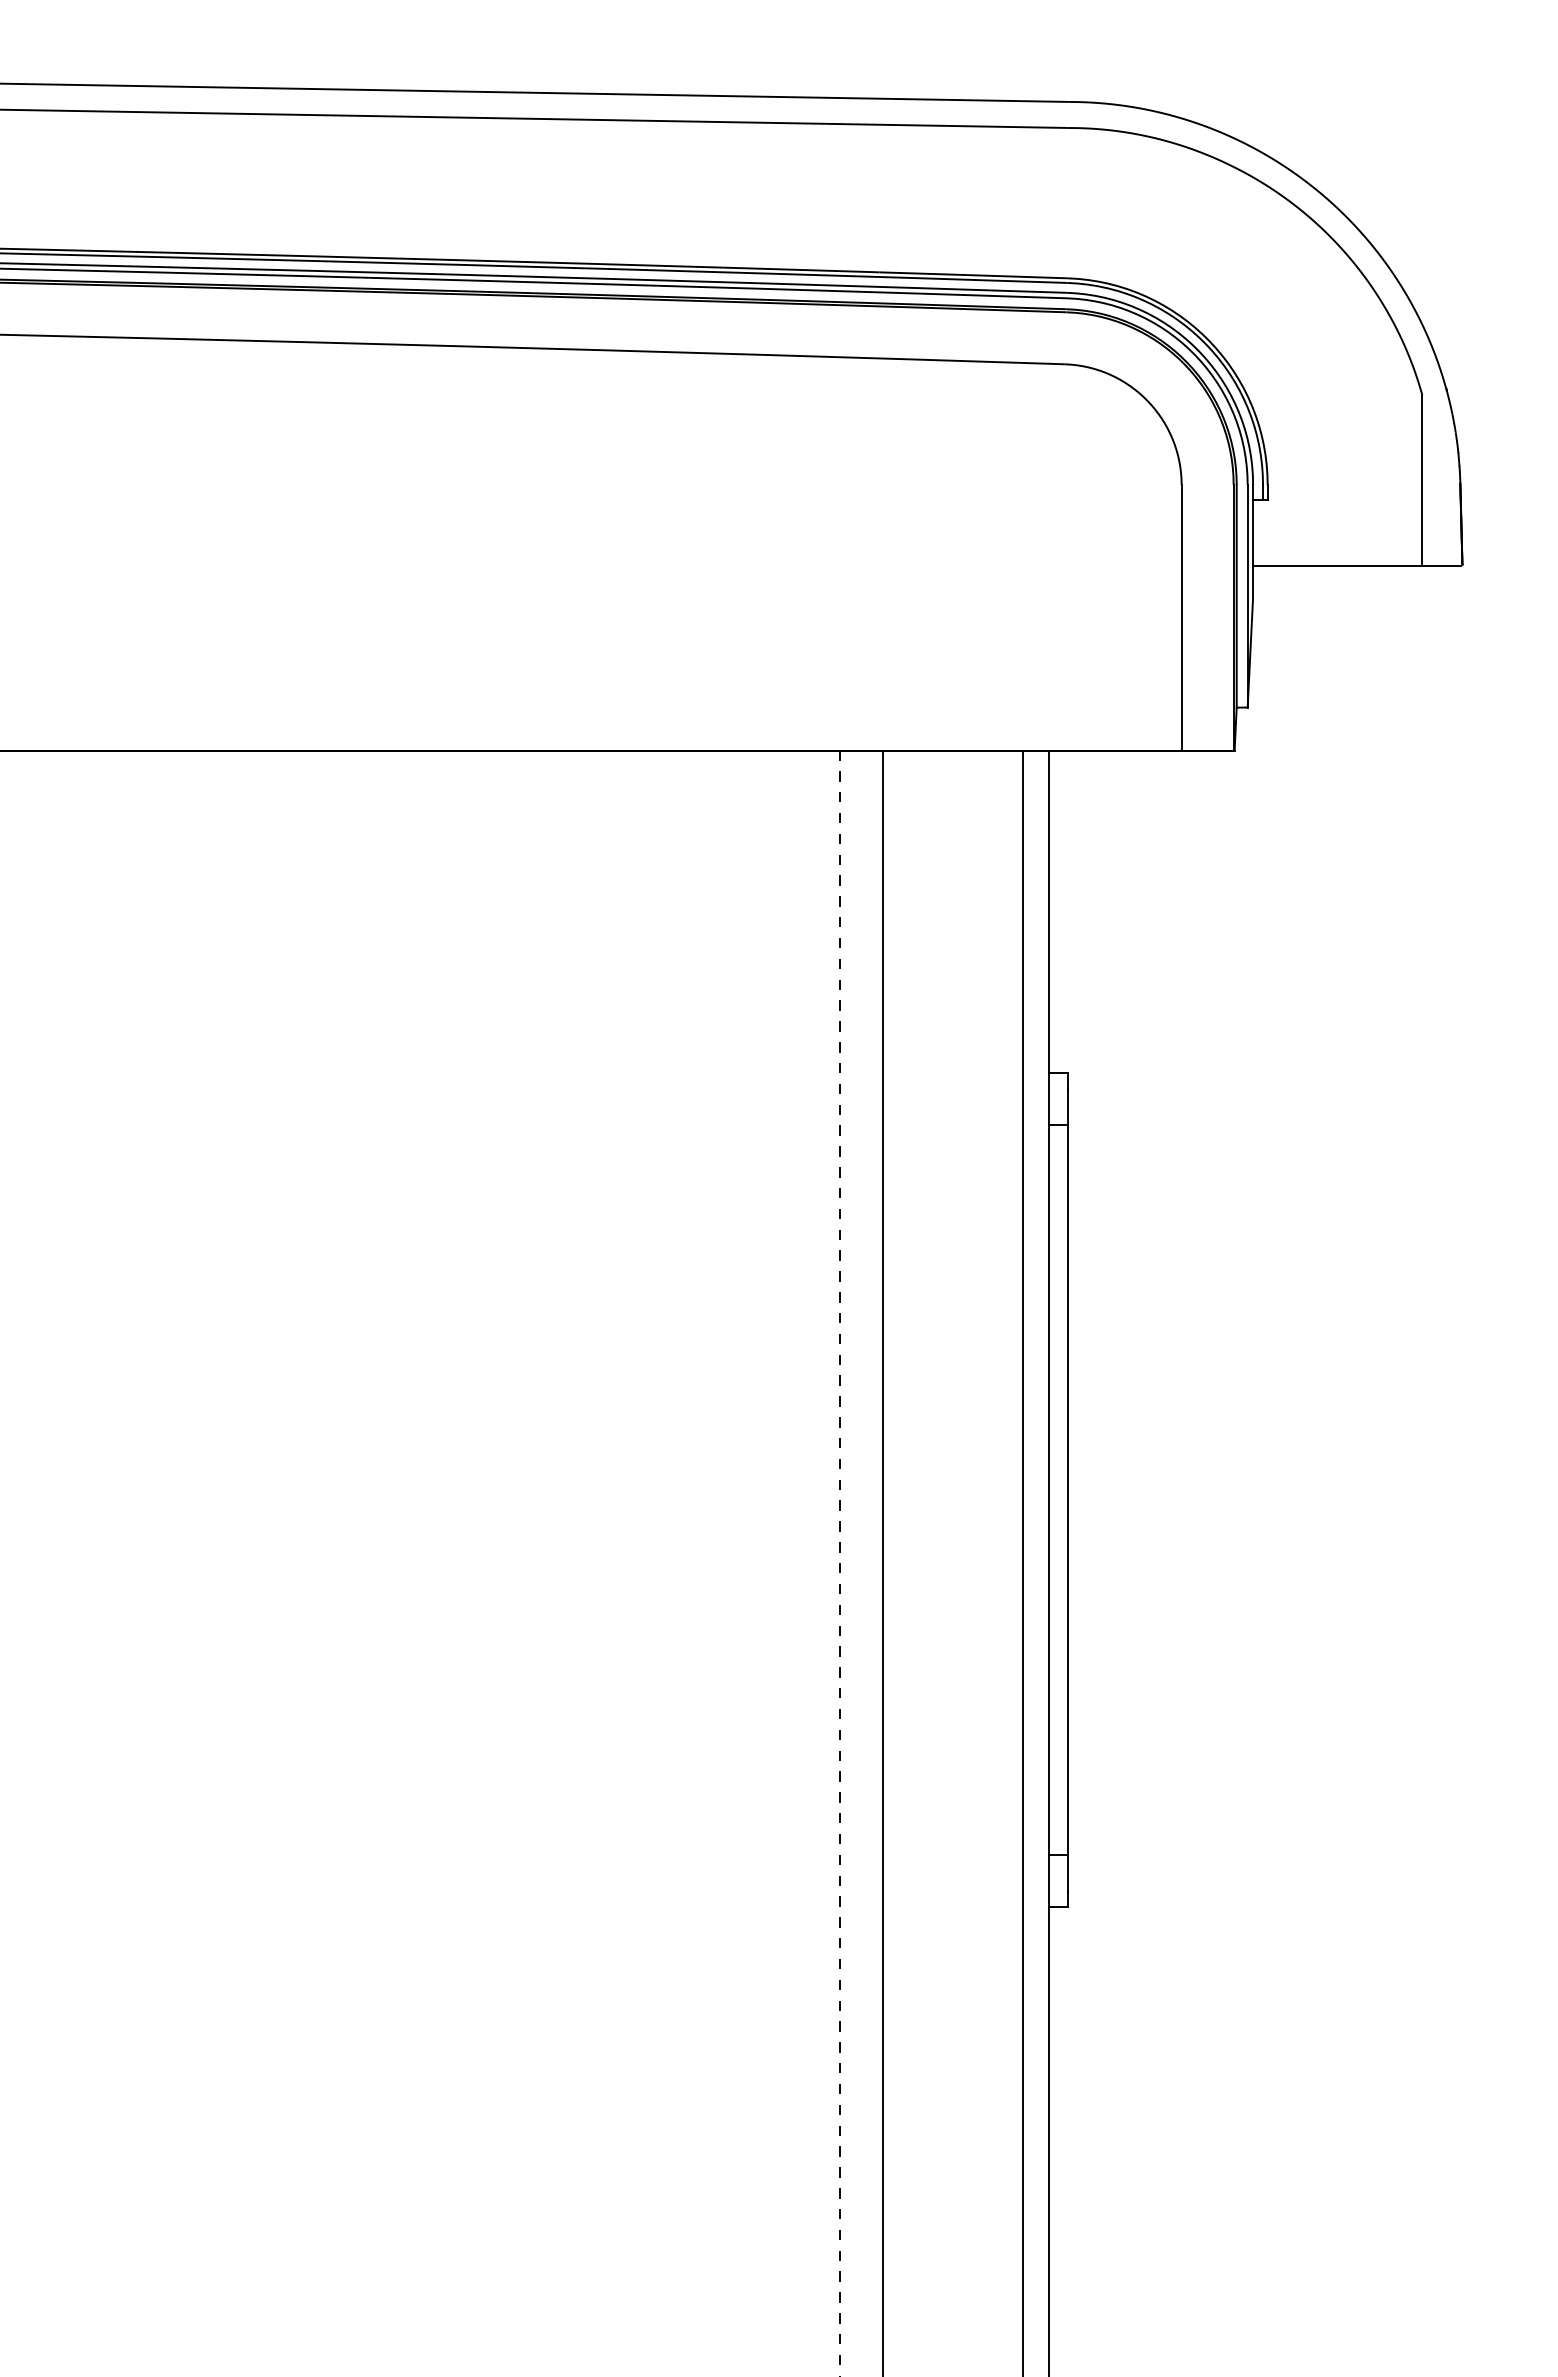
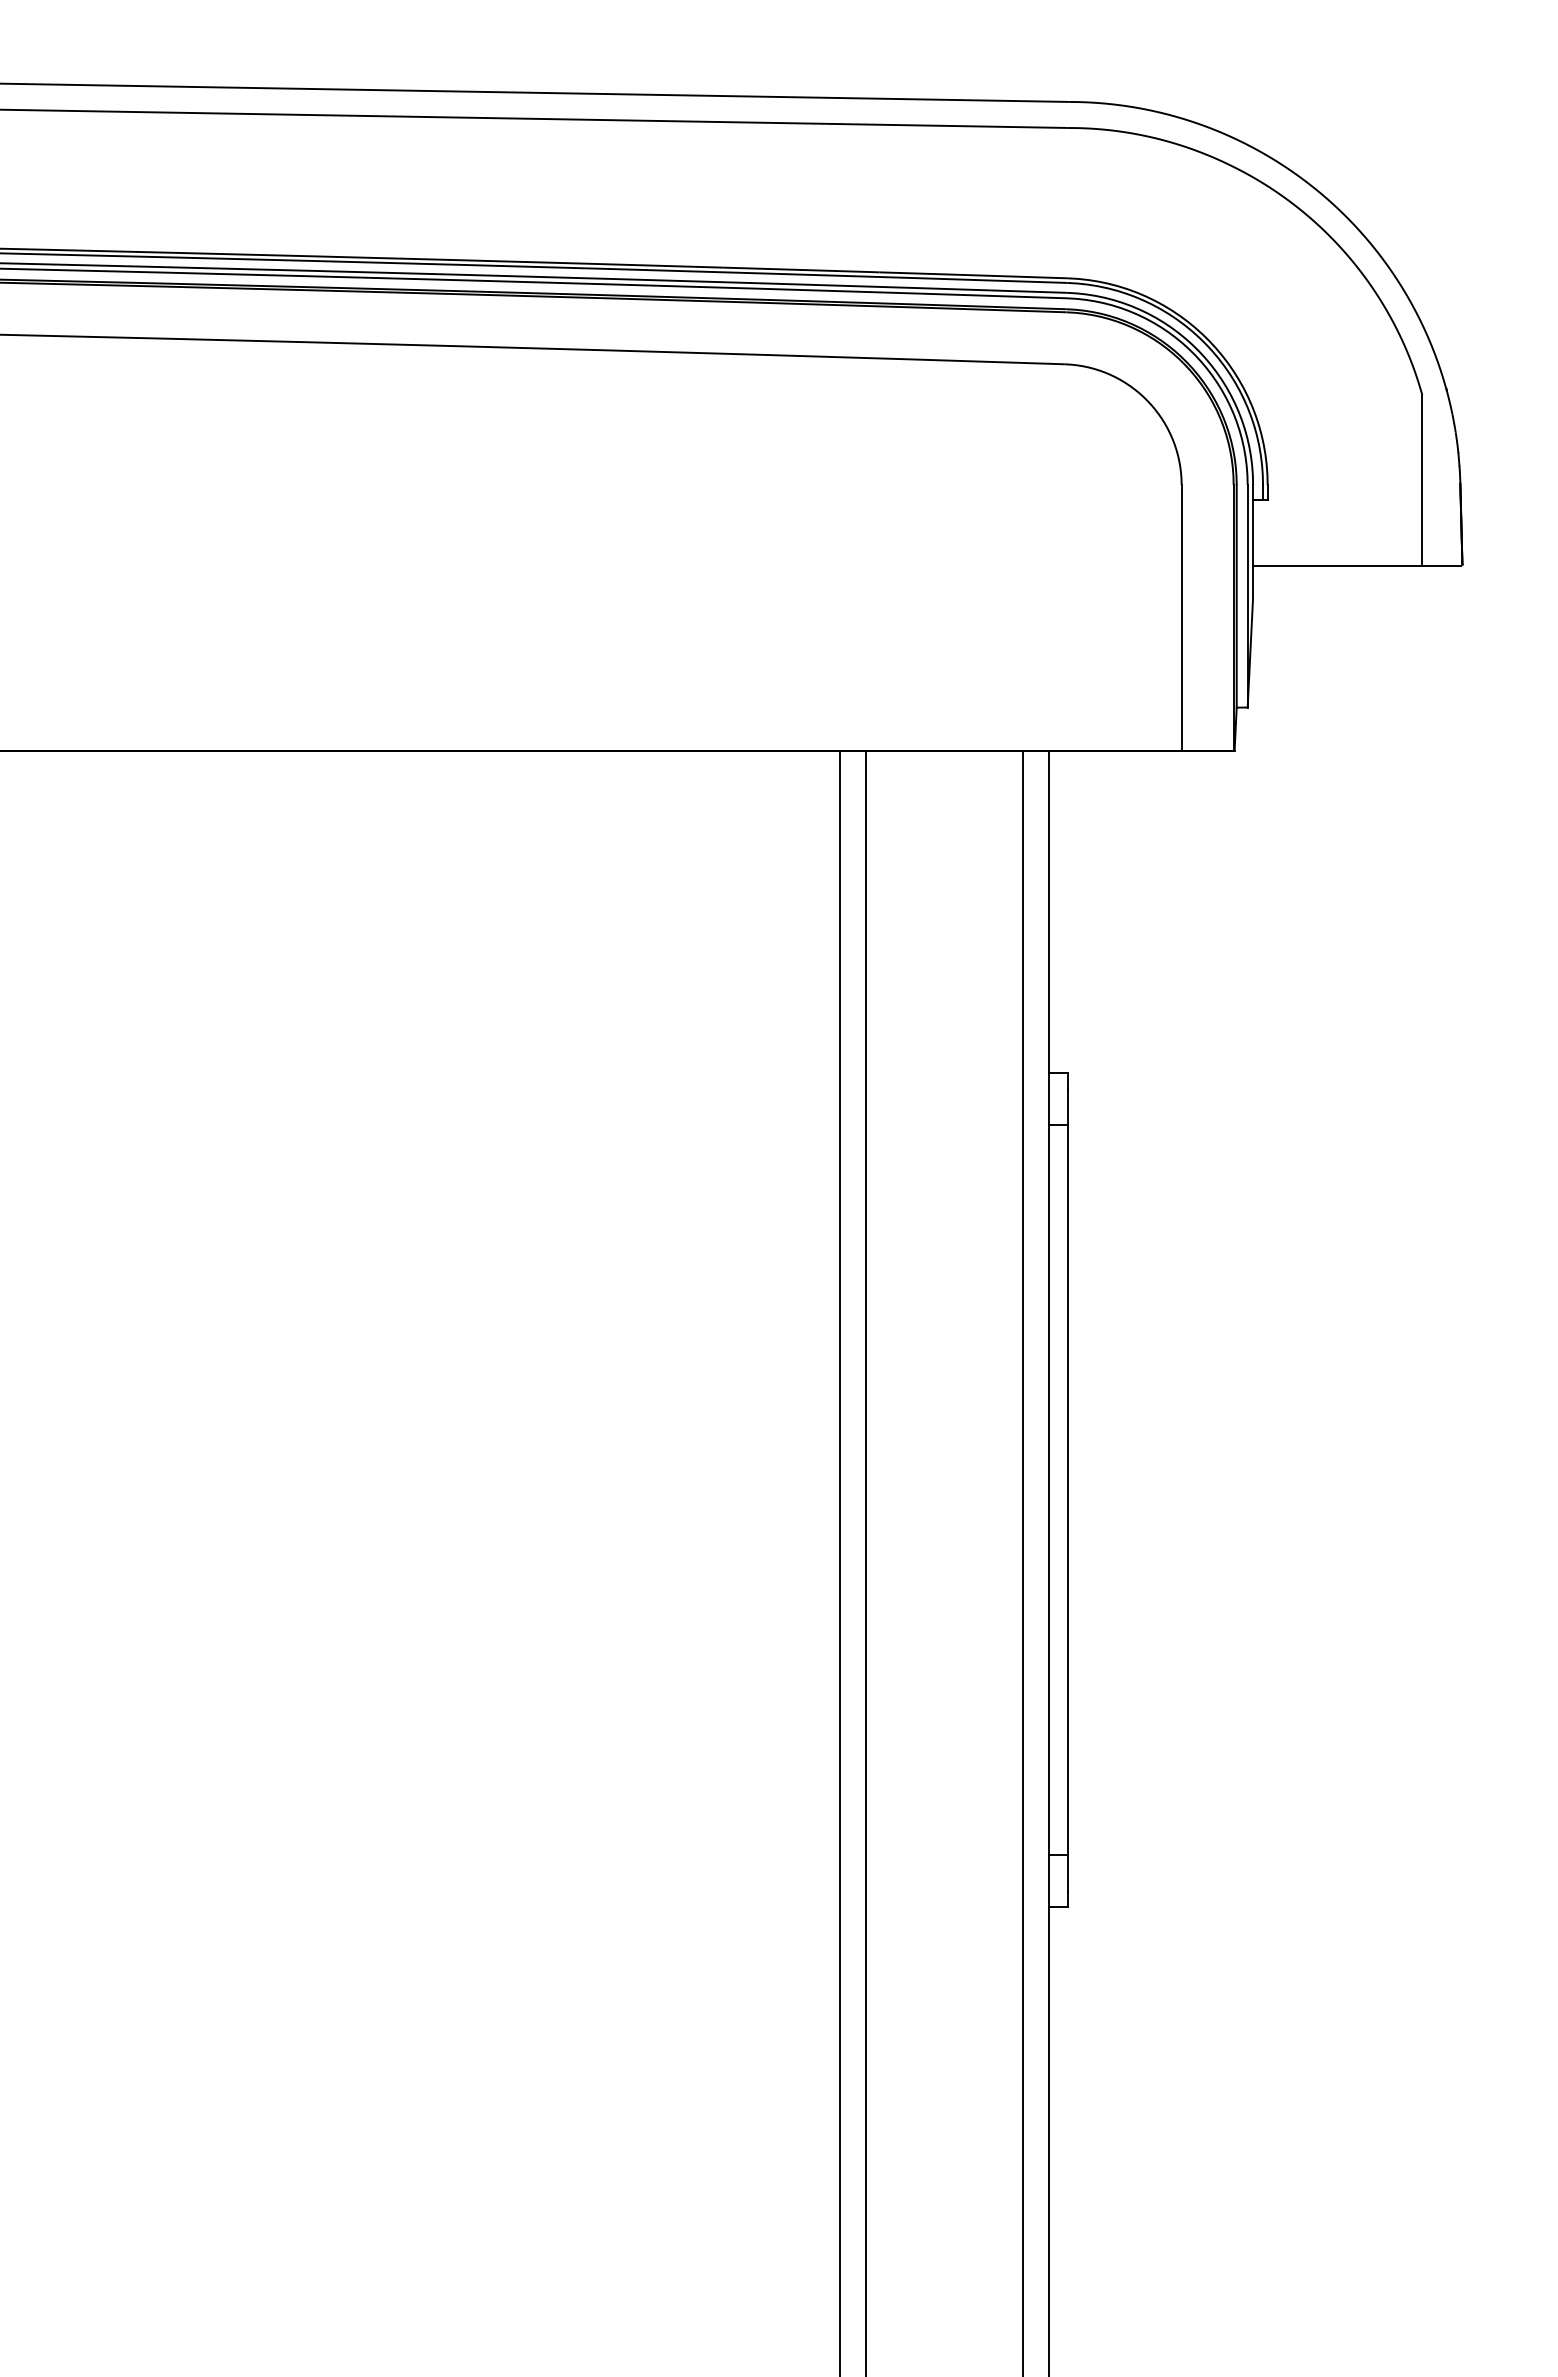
line at (883, 1561) position: (883, 1561) -> (866, 1561)
line at (840, 1563): dashed -> solid
